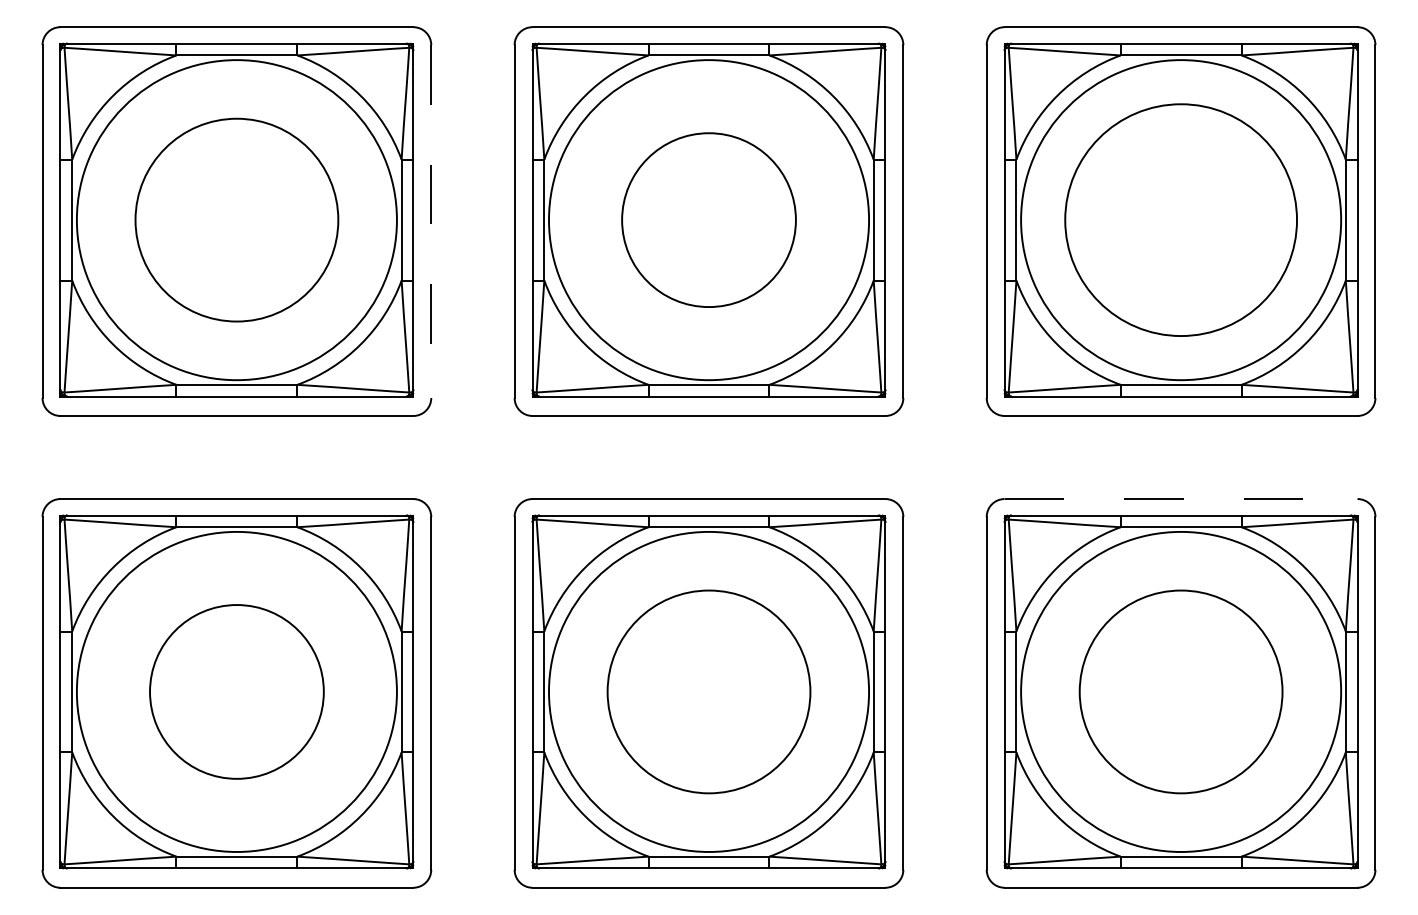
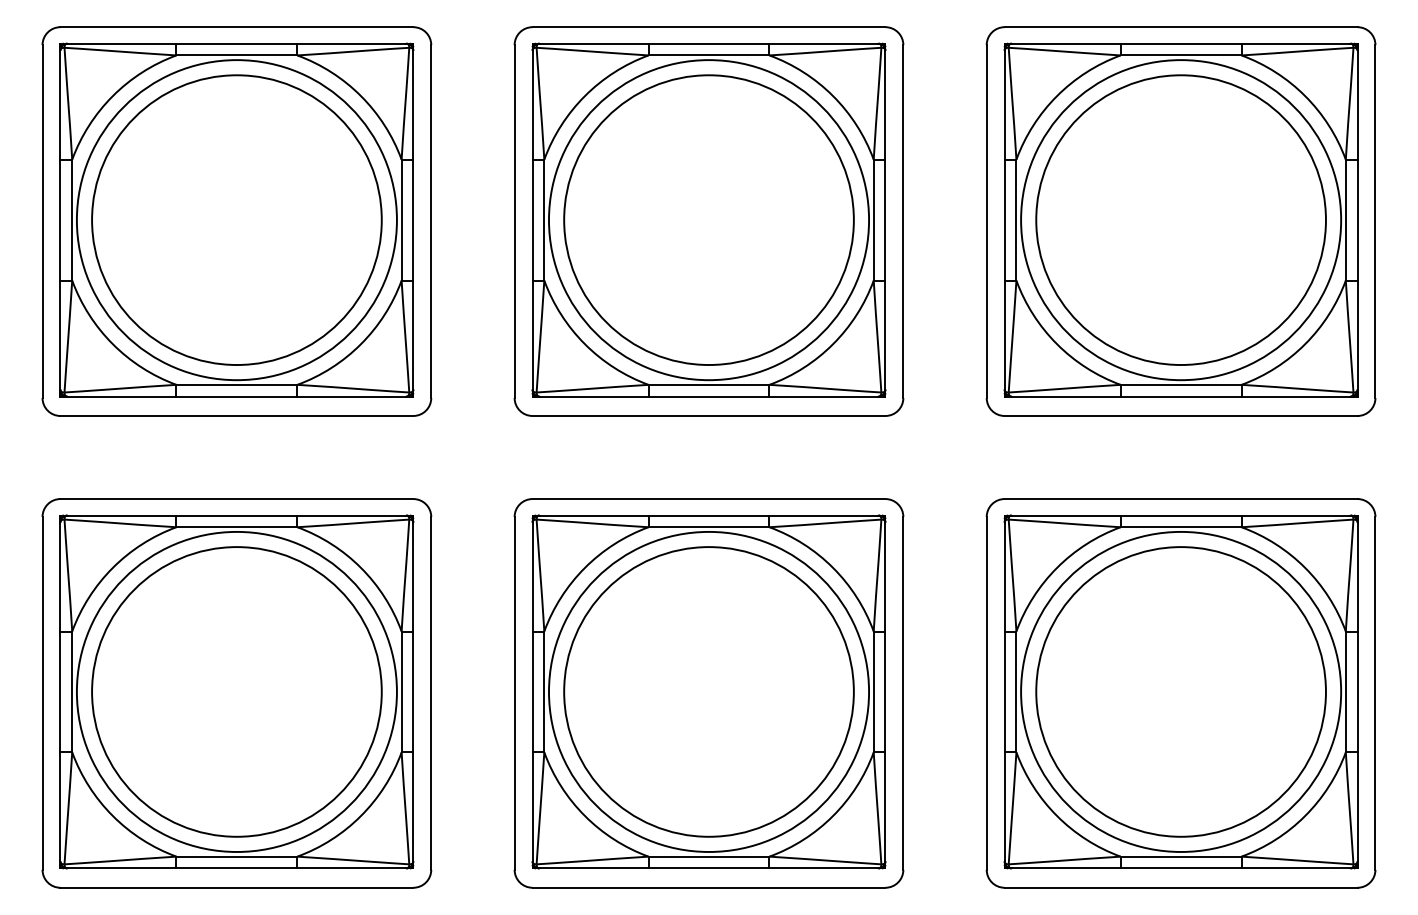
circle at (236, 219) diameter: 203 px -> 290 px
circle at (708, 220) diameter: 174 px -> 290 px
circle at (1181, 220) diameter: 232 px -> 290 px
line at (431, 222): dashed -> solid
line at (1181, 499): dashed -> solid
circle at (236, 691) diameter: 174 px -> 290 px
circle at (708, 691) diameter: 203 px -> 290 px
circle at (1180, 691) diameter: 203 px -> 290 px
